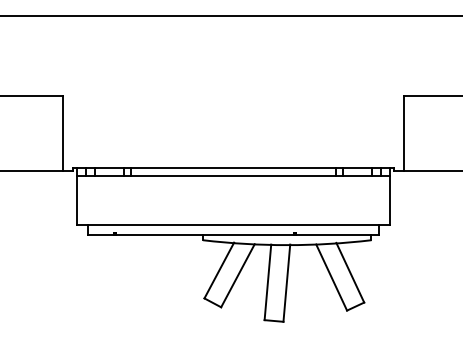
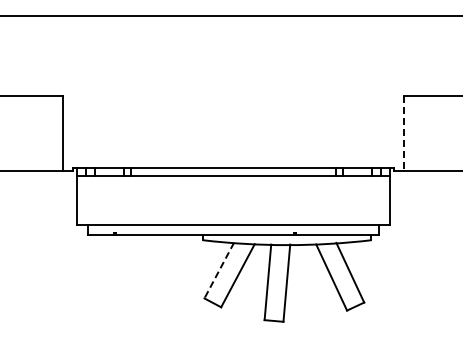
line at (404, 133): solid -> dashed
line at (219, 270): solid -> dashed
